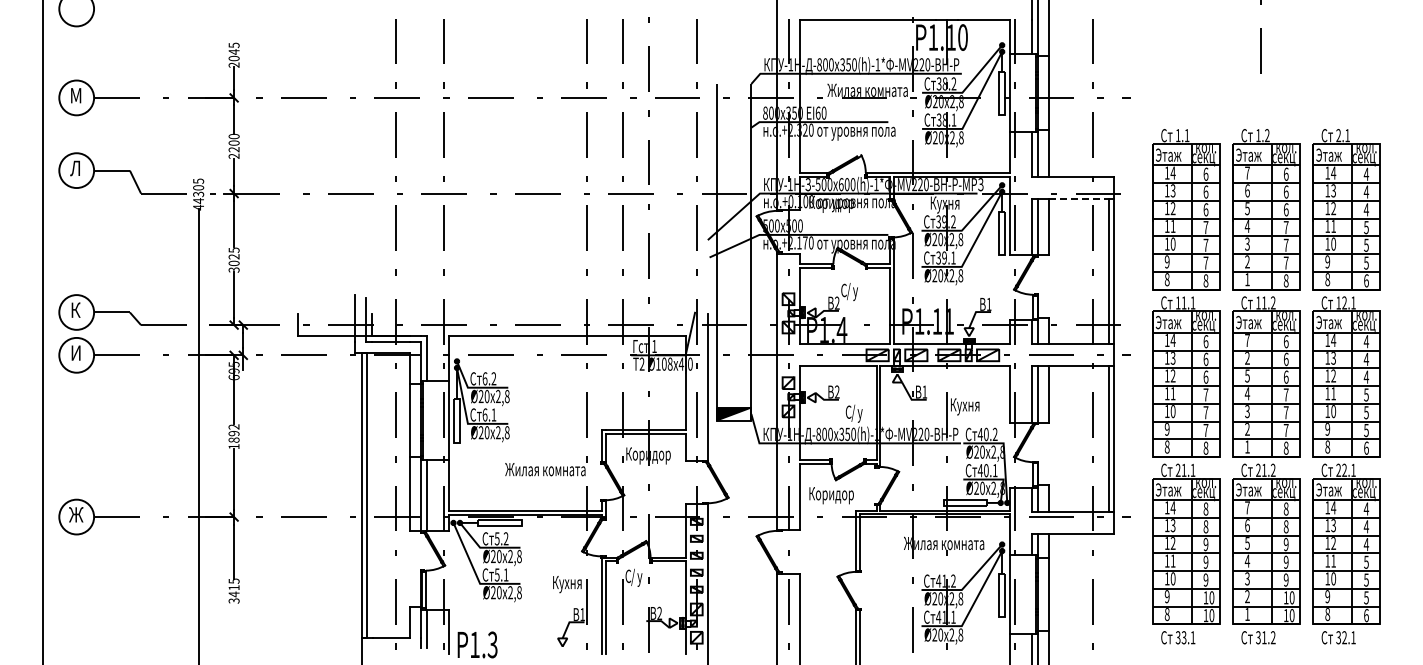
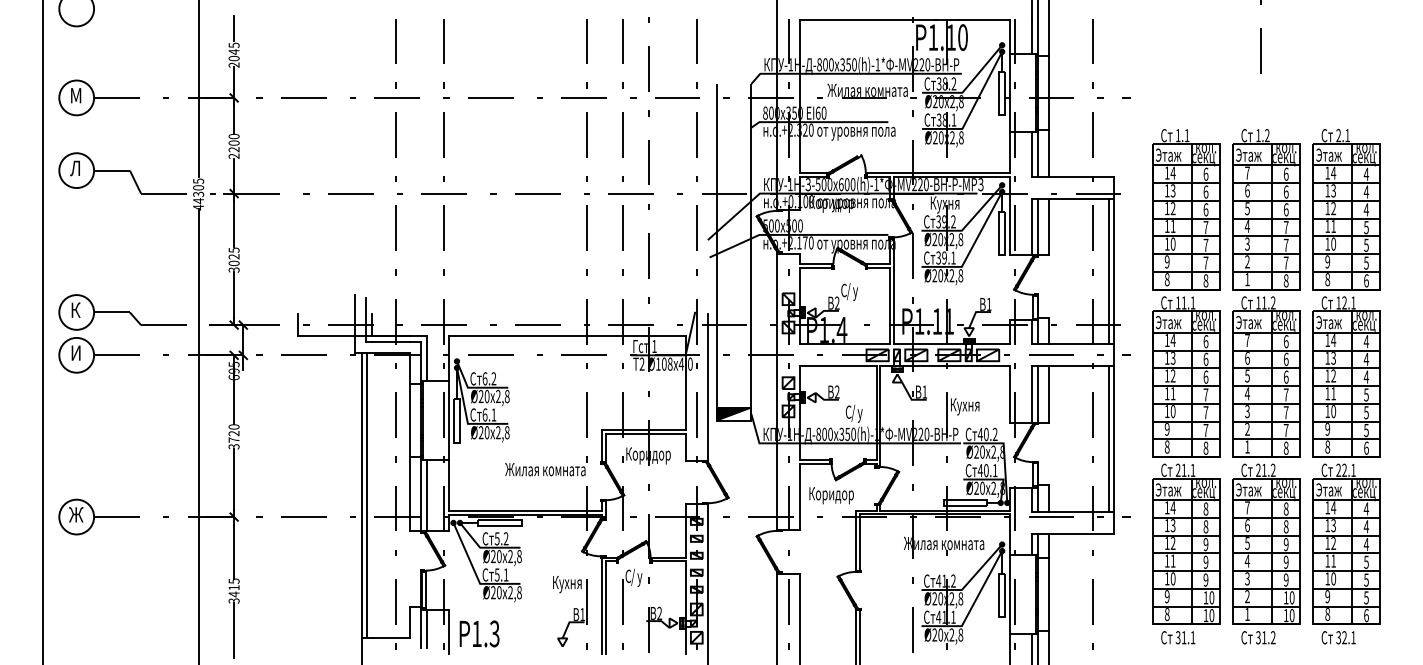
line at (234, 28): none -> present
line at (198, 89): none -> present
line at (1079, 199): dashed -> solid
text at (1247, 358): 2 -> 6
text at (233, 436): 1892 -> 3720
line at (234, 630): none -> present
text at (1183, 637): 33.1 -> 31.1
text at (477, 644) position: (477, 644) -> (479, 633)
